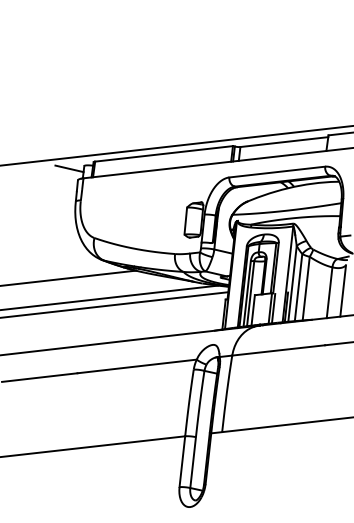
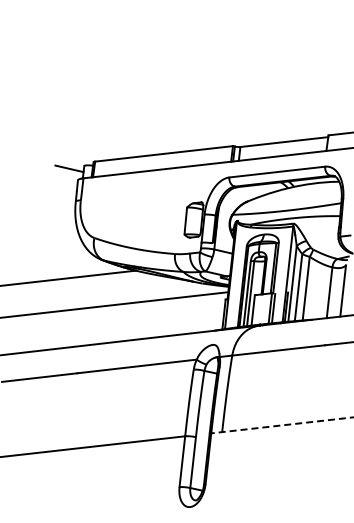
line at (176, 145): present -> none
line at (110, 297): present -> none
line at (281, 425): solid -> dashed
